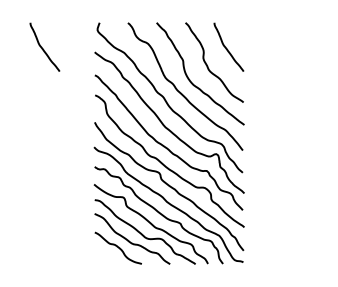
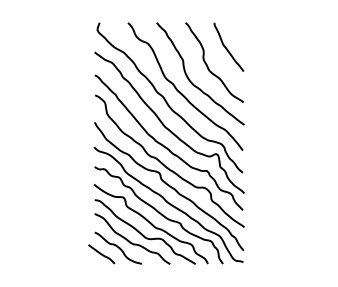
curve at (42, 47): present -> none
line at (101, 254): none -> present
